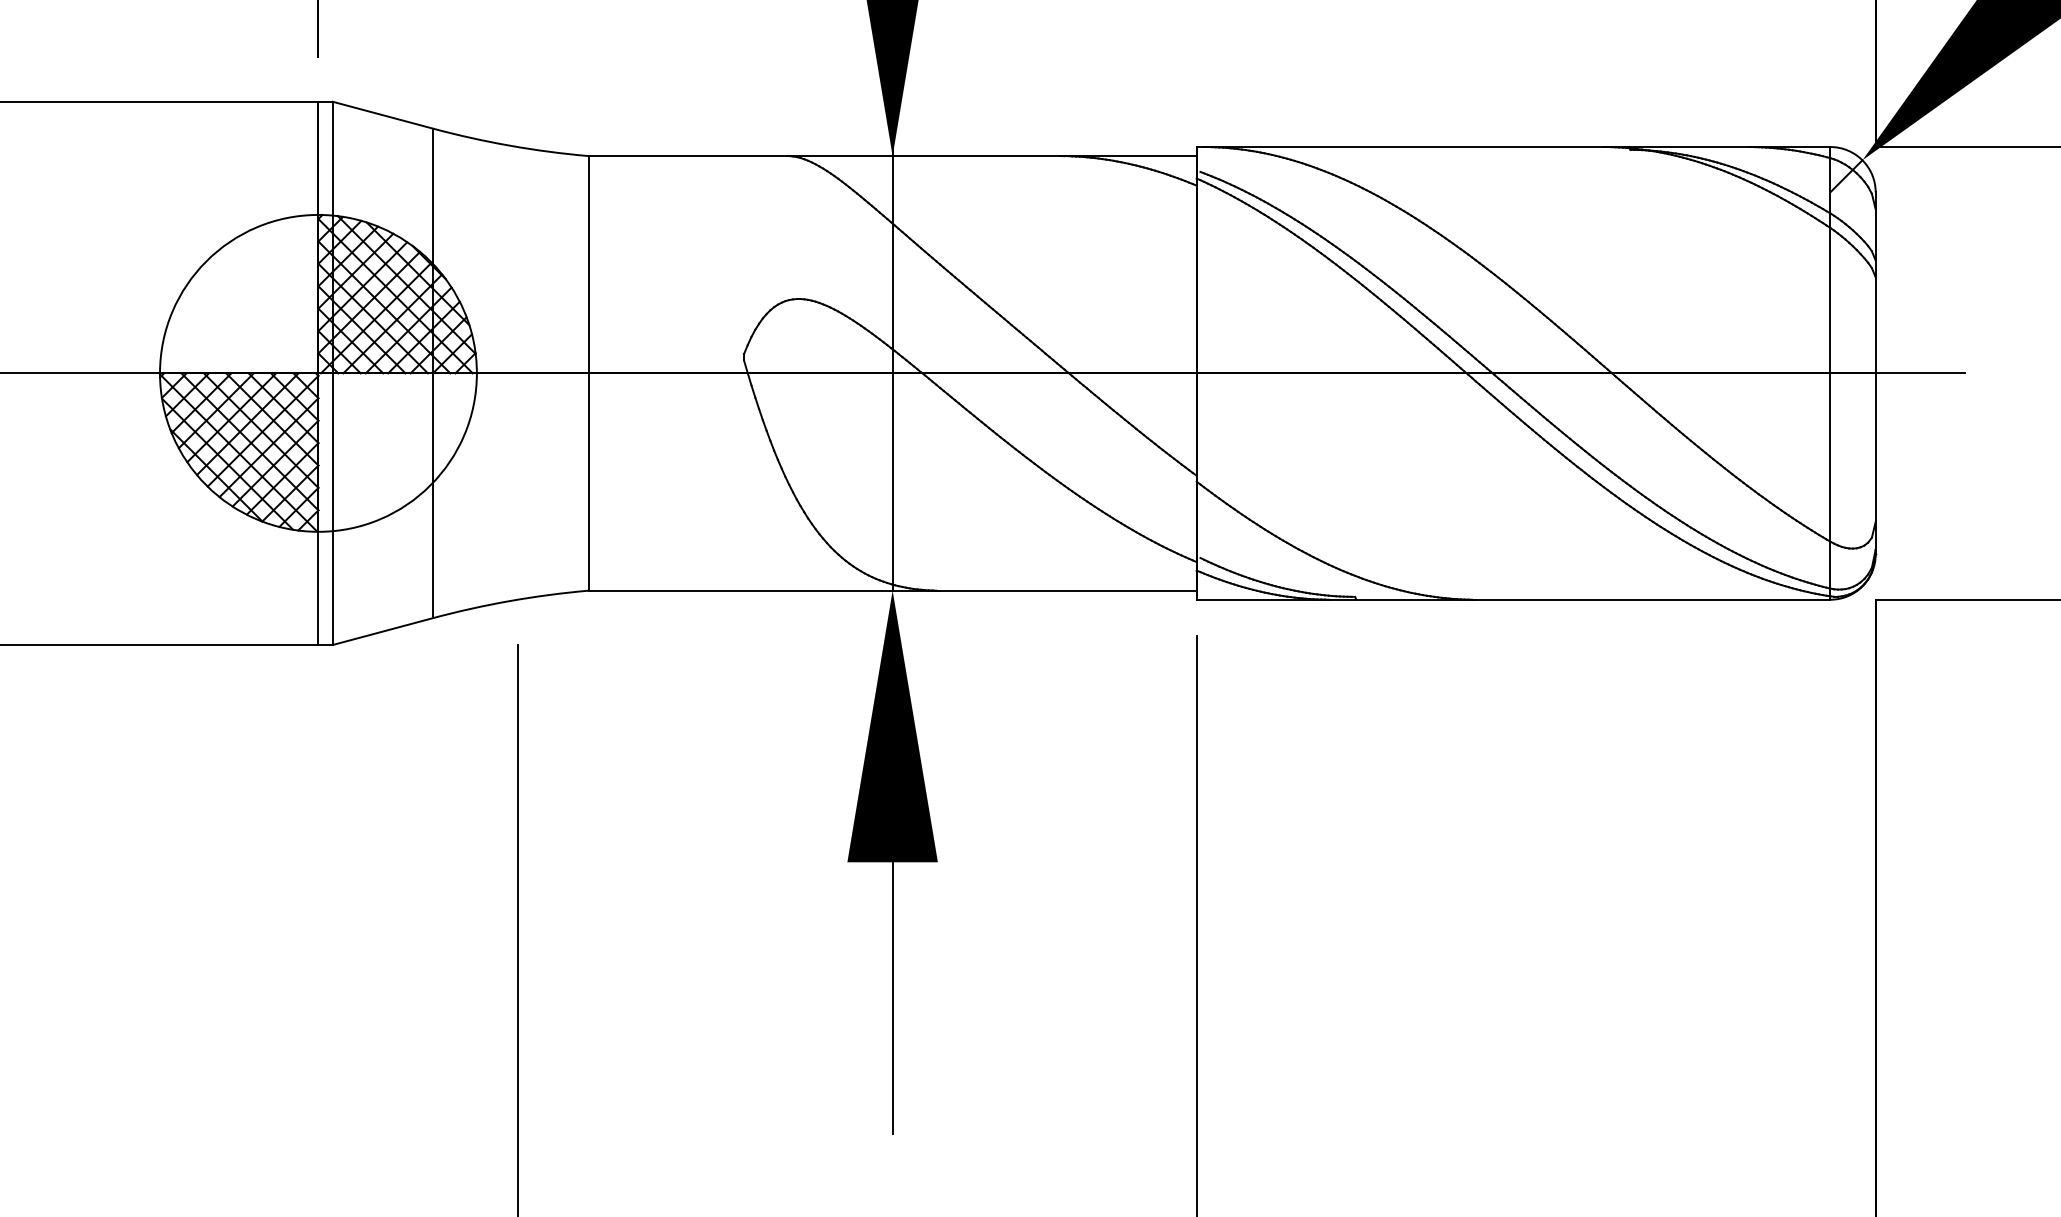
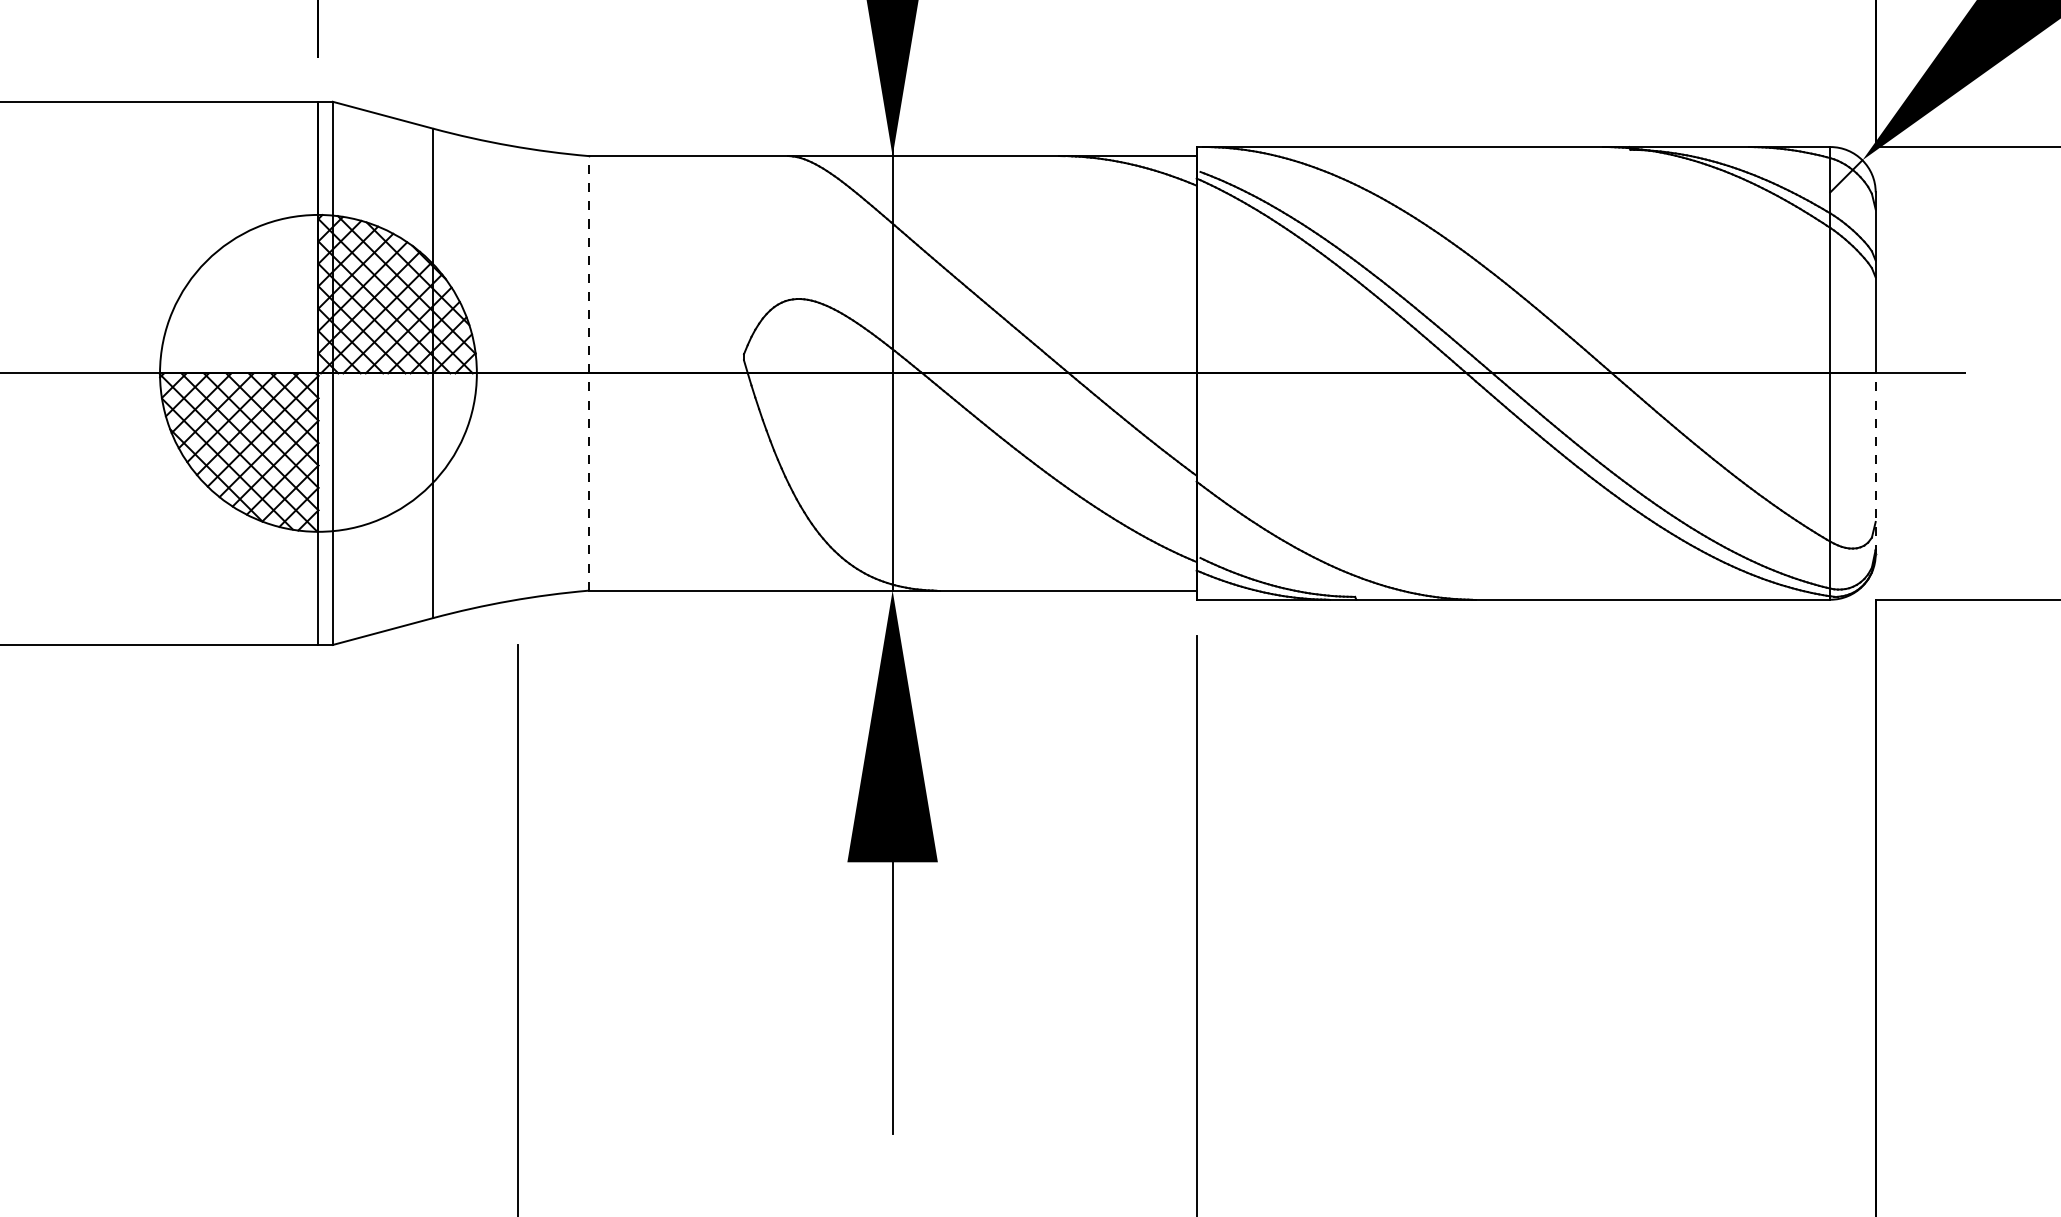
line at (588, 372): solid -> dashed
line at (1875, 463): solid -> dashed
